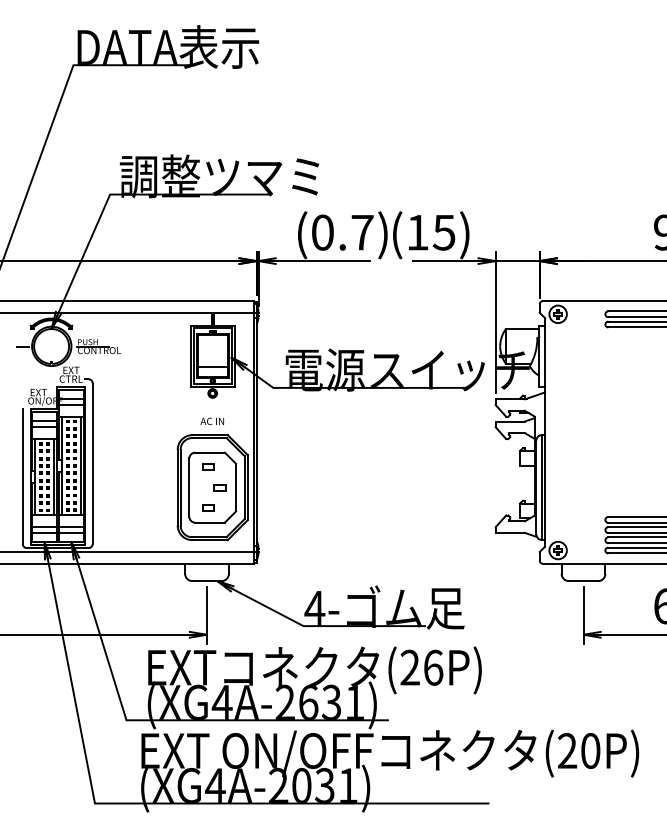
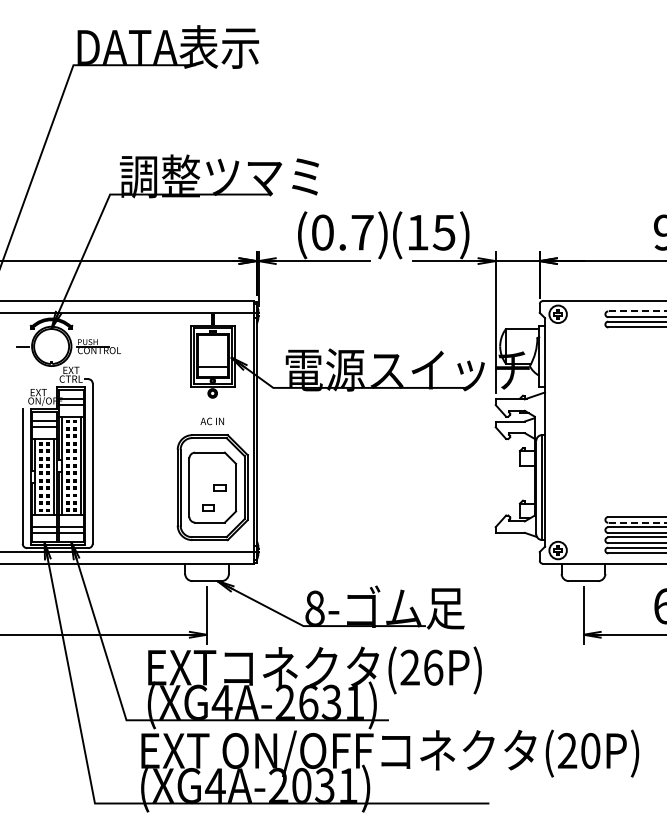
line at (637, 311): solid -> dashed
part at (208, 466): present -> none
line at (637, 522): solid -> dashed
text at (314, 607): 4- -> 8-
